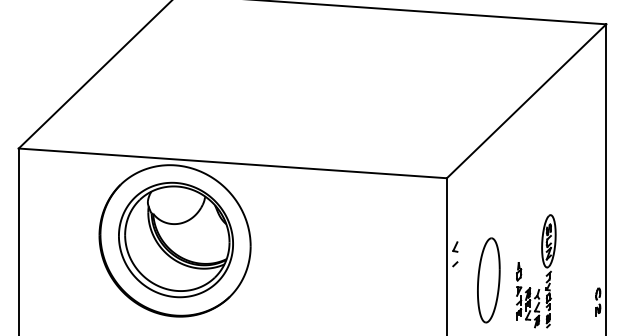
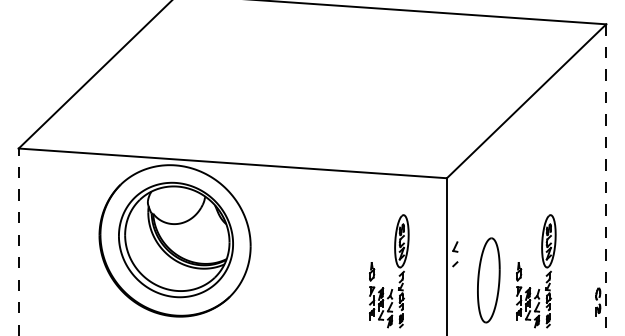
line at (606, 180): solid -> dashed
line at (18, 241): solid -> dashed
part at (396, 265): none -> present
